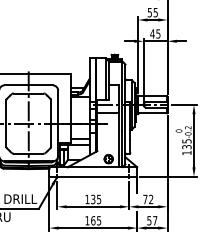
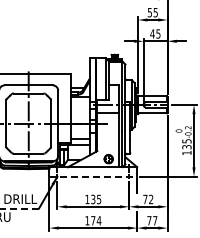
line at (93, 176): solid -> dashed
line at (19, 208): solid -> dashed
text at (96, 220): 165 -> 174
text at (149, 220): 57 -> 77
